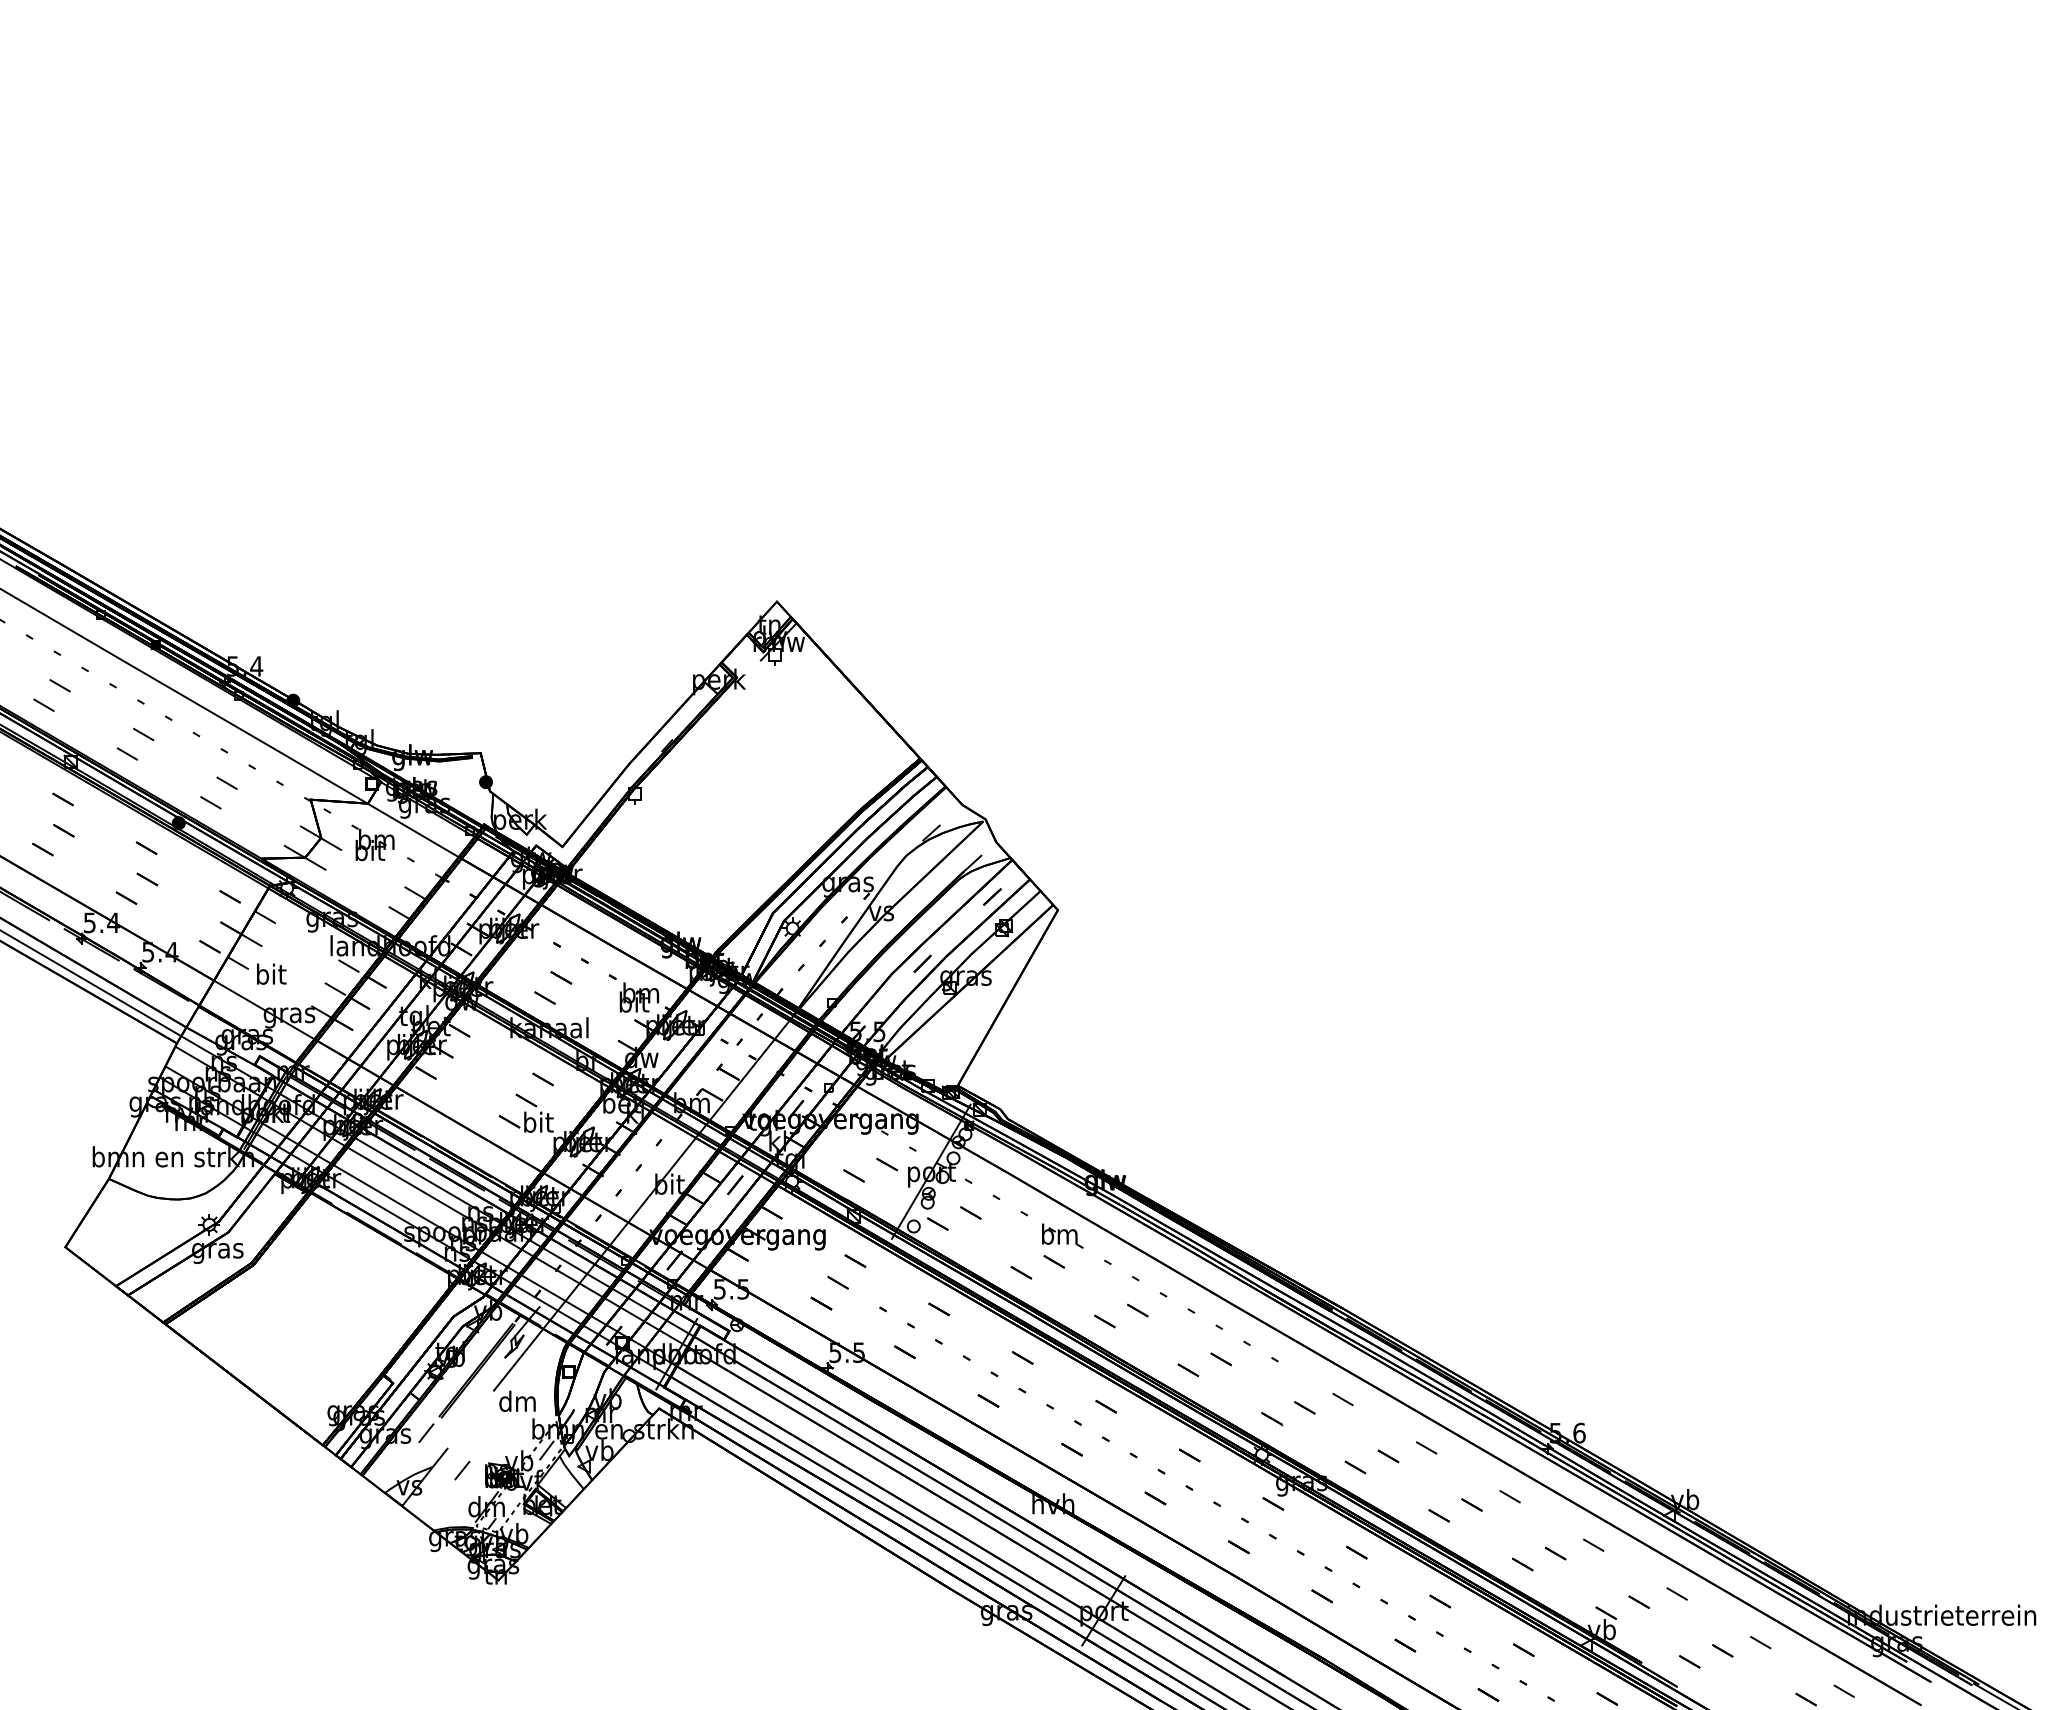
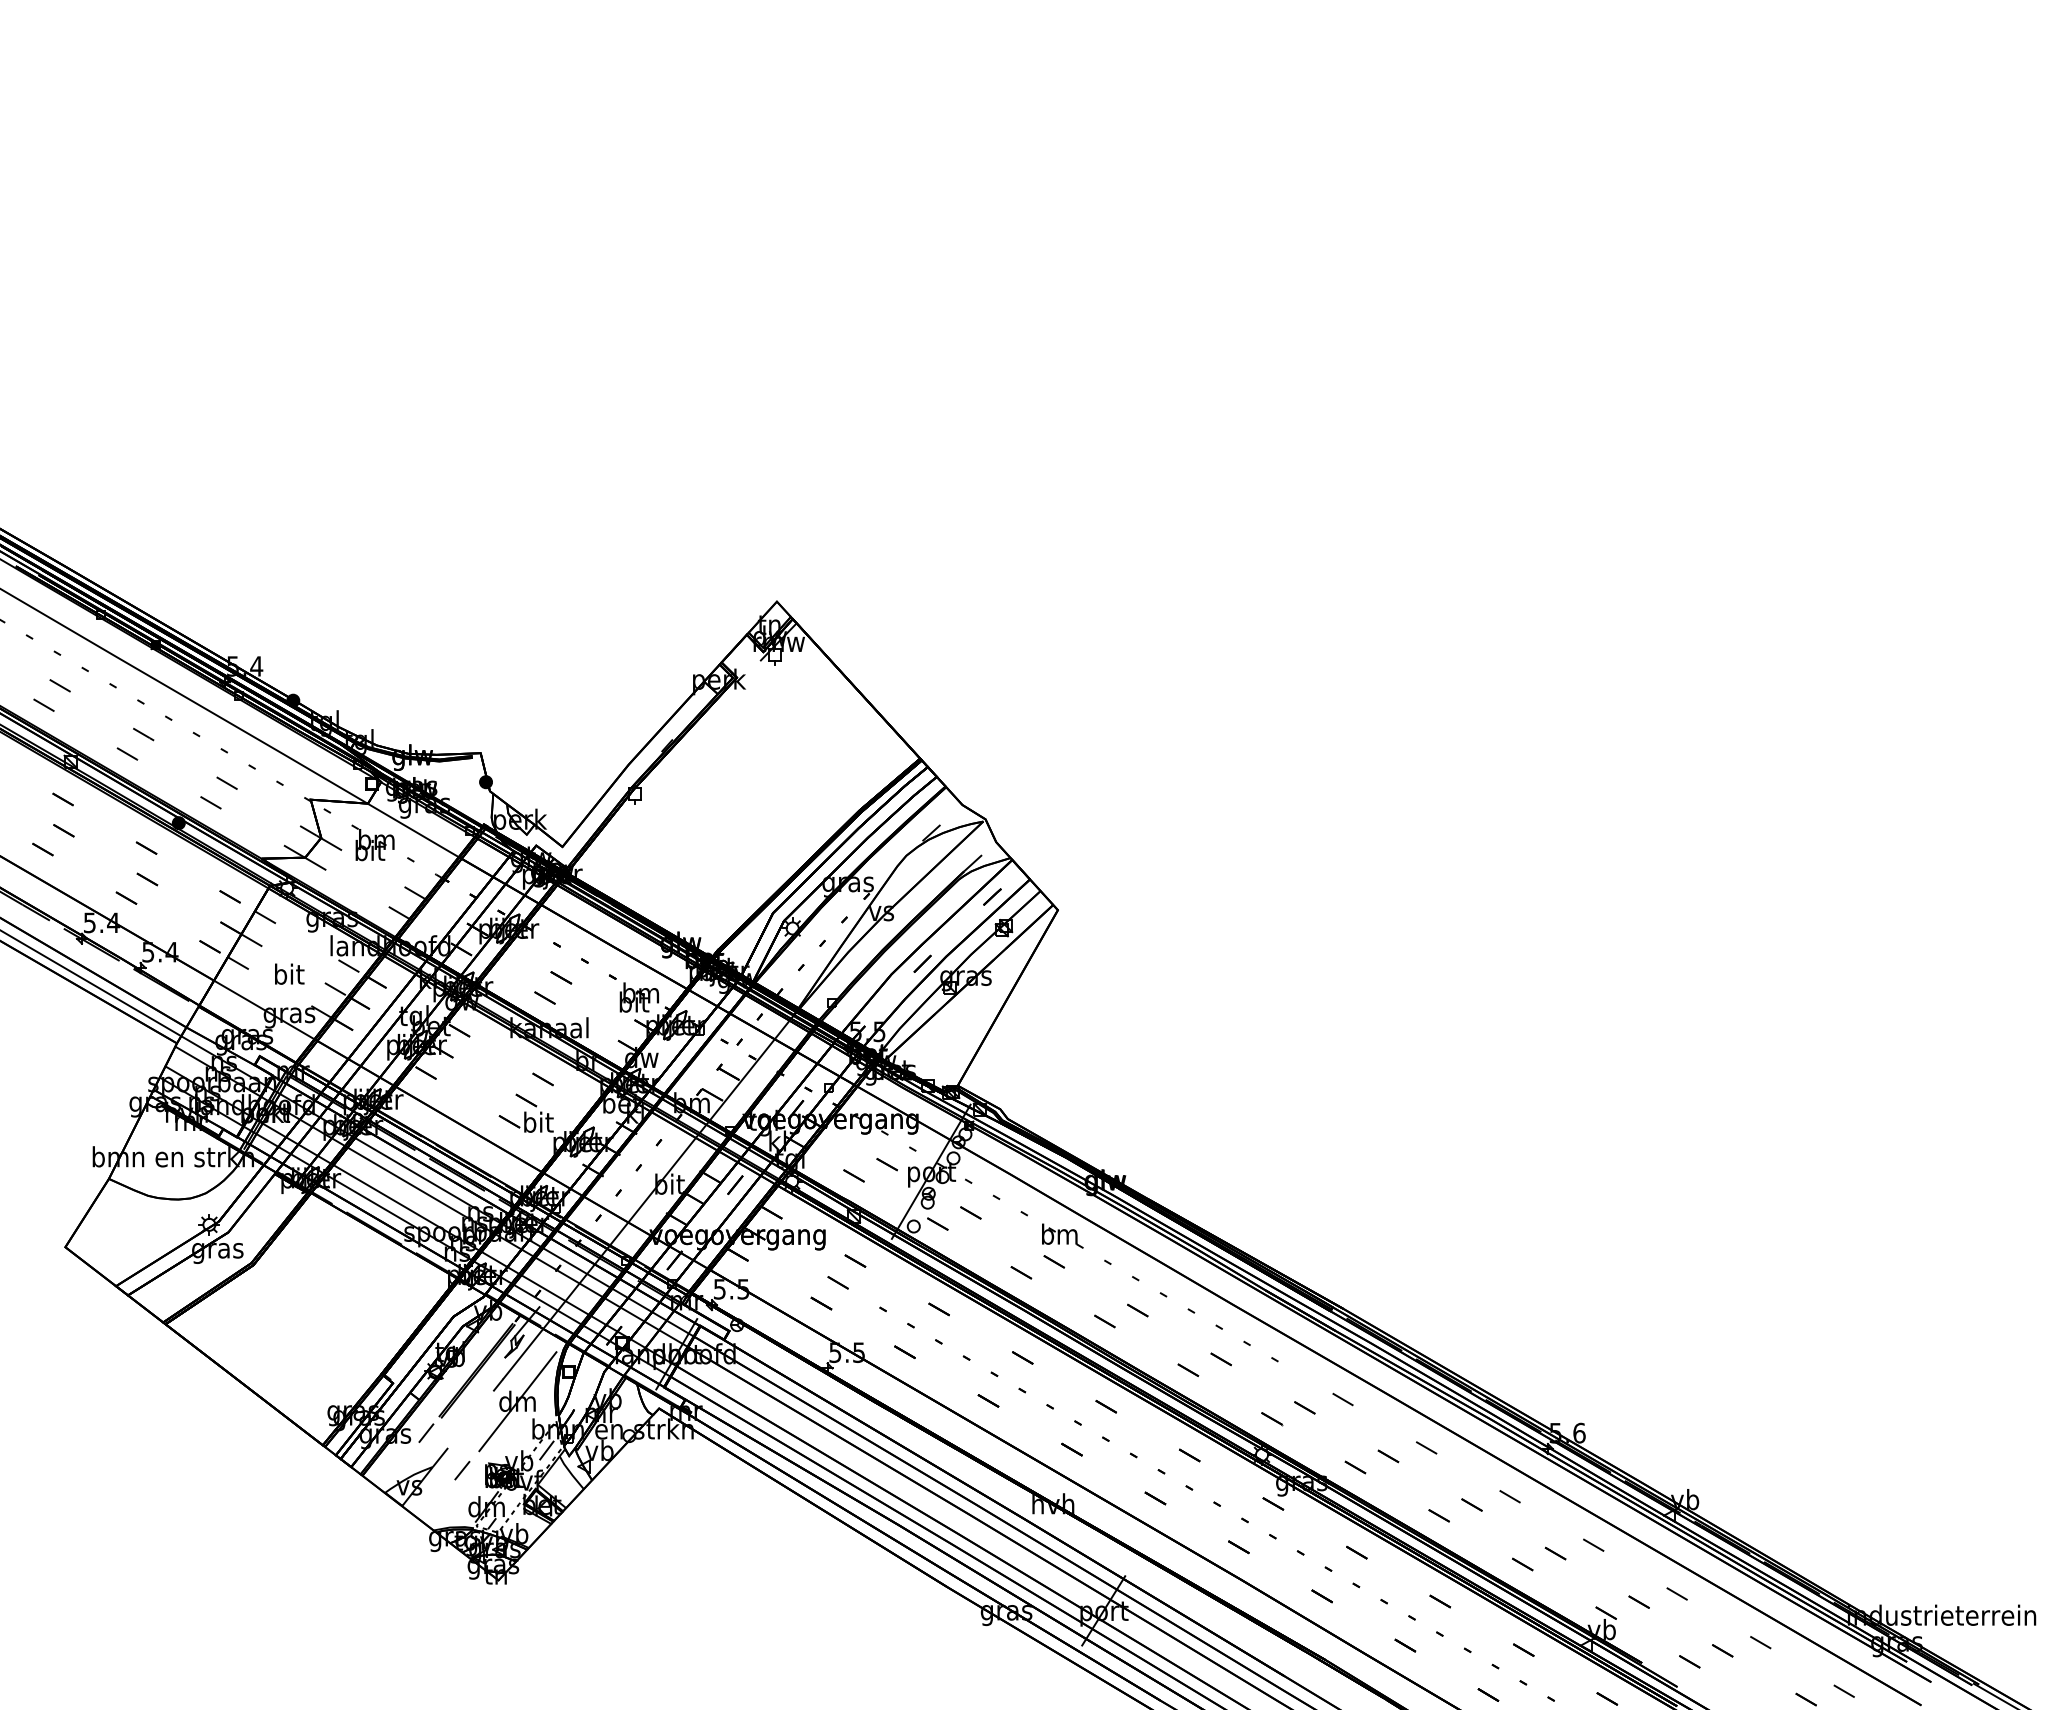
text at (271, 973) position: (271, 973) -> (289, 973)
line at (517, 1401): none -> present
